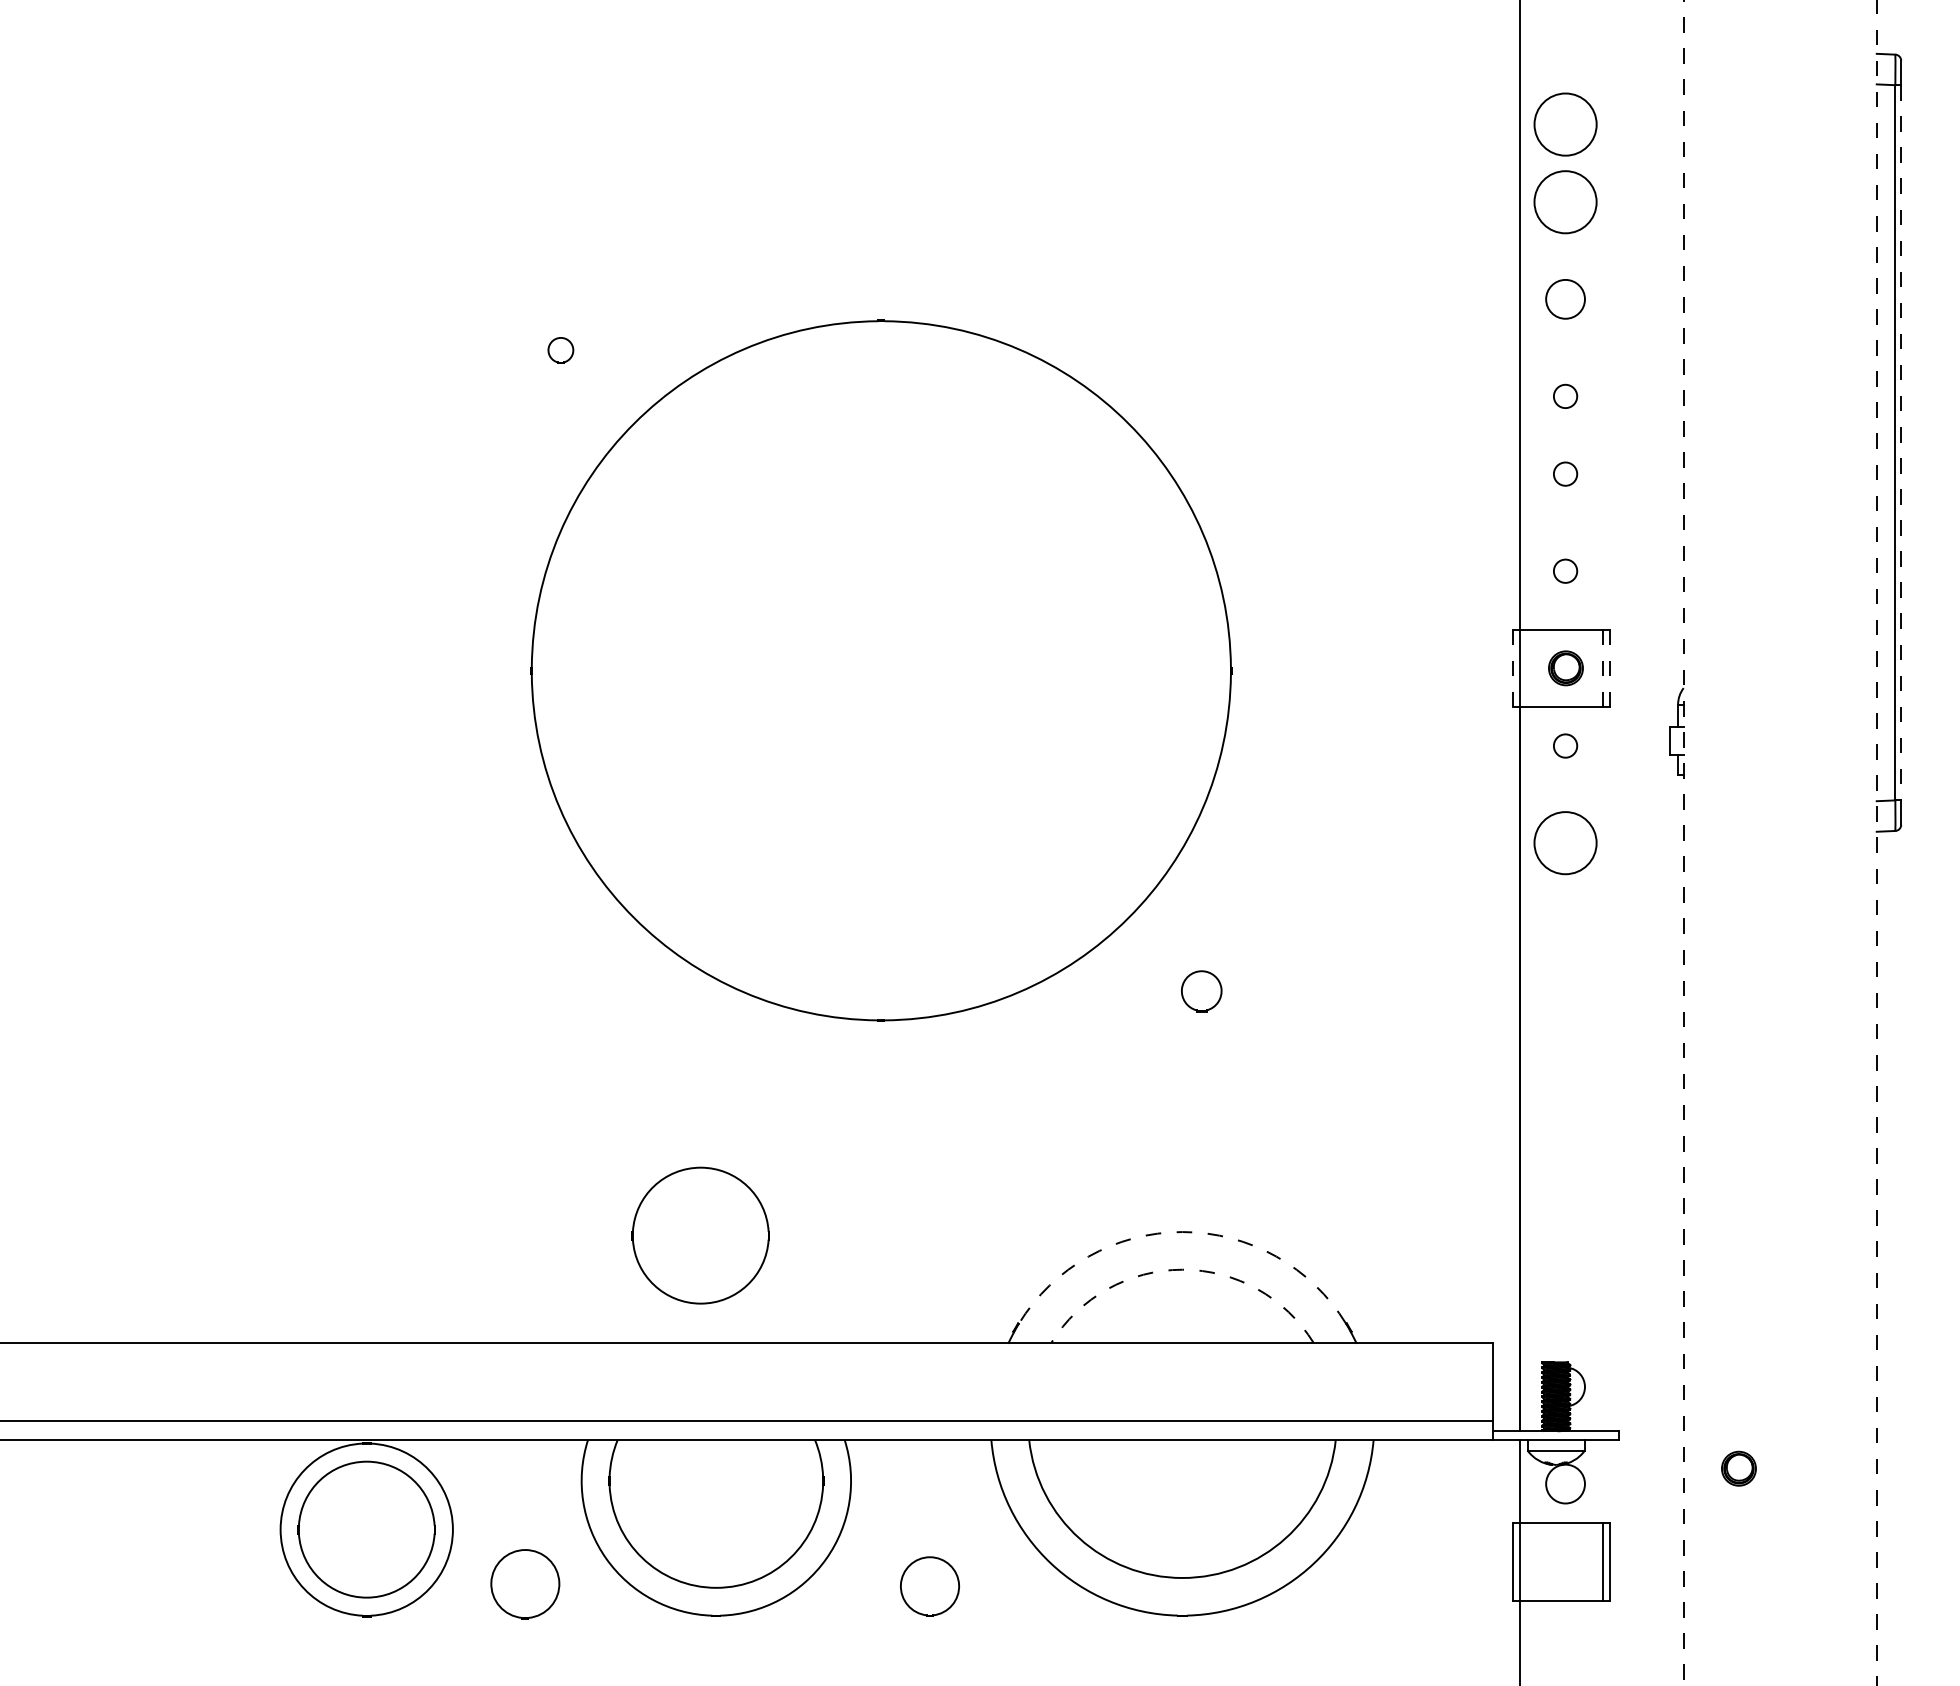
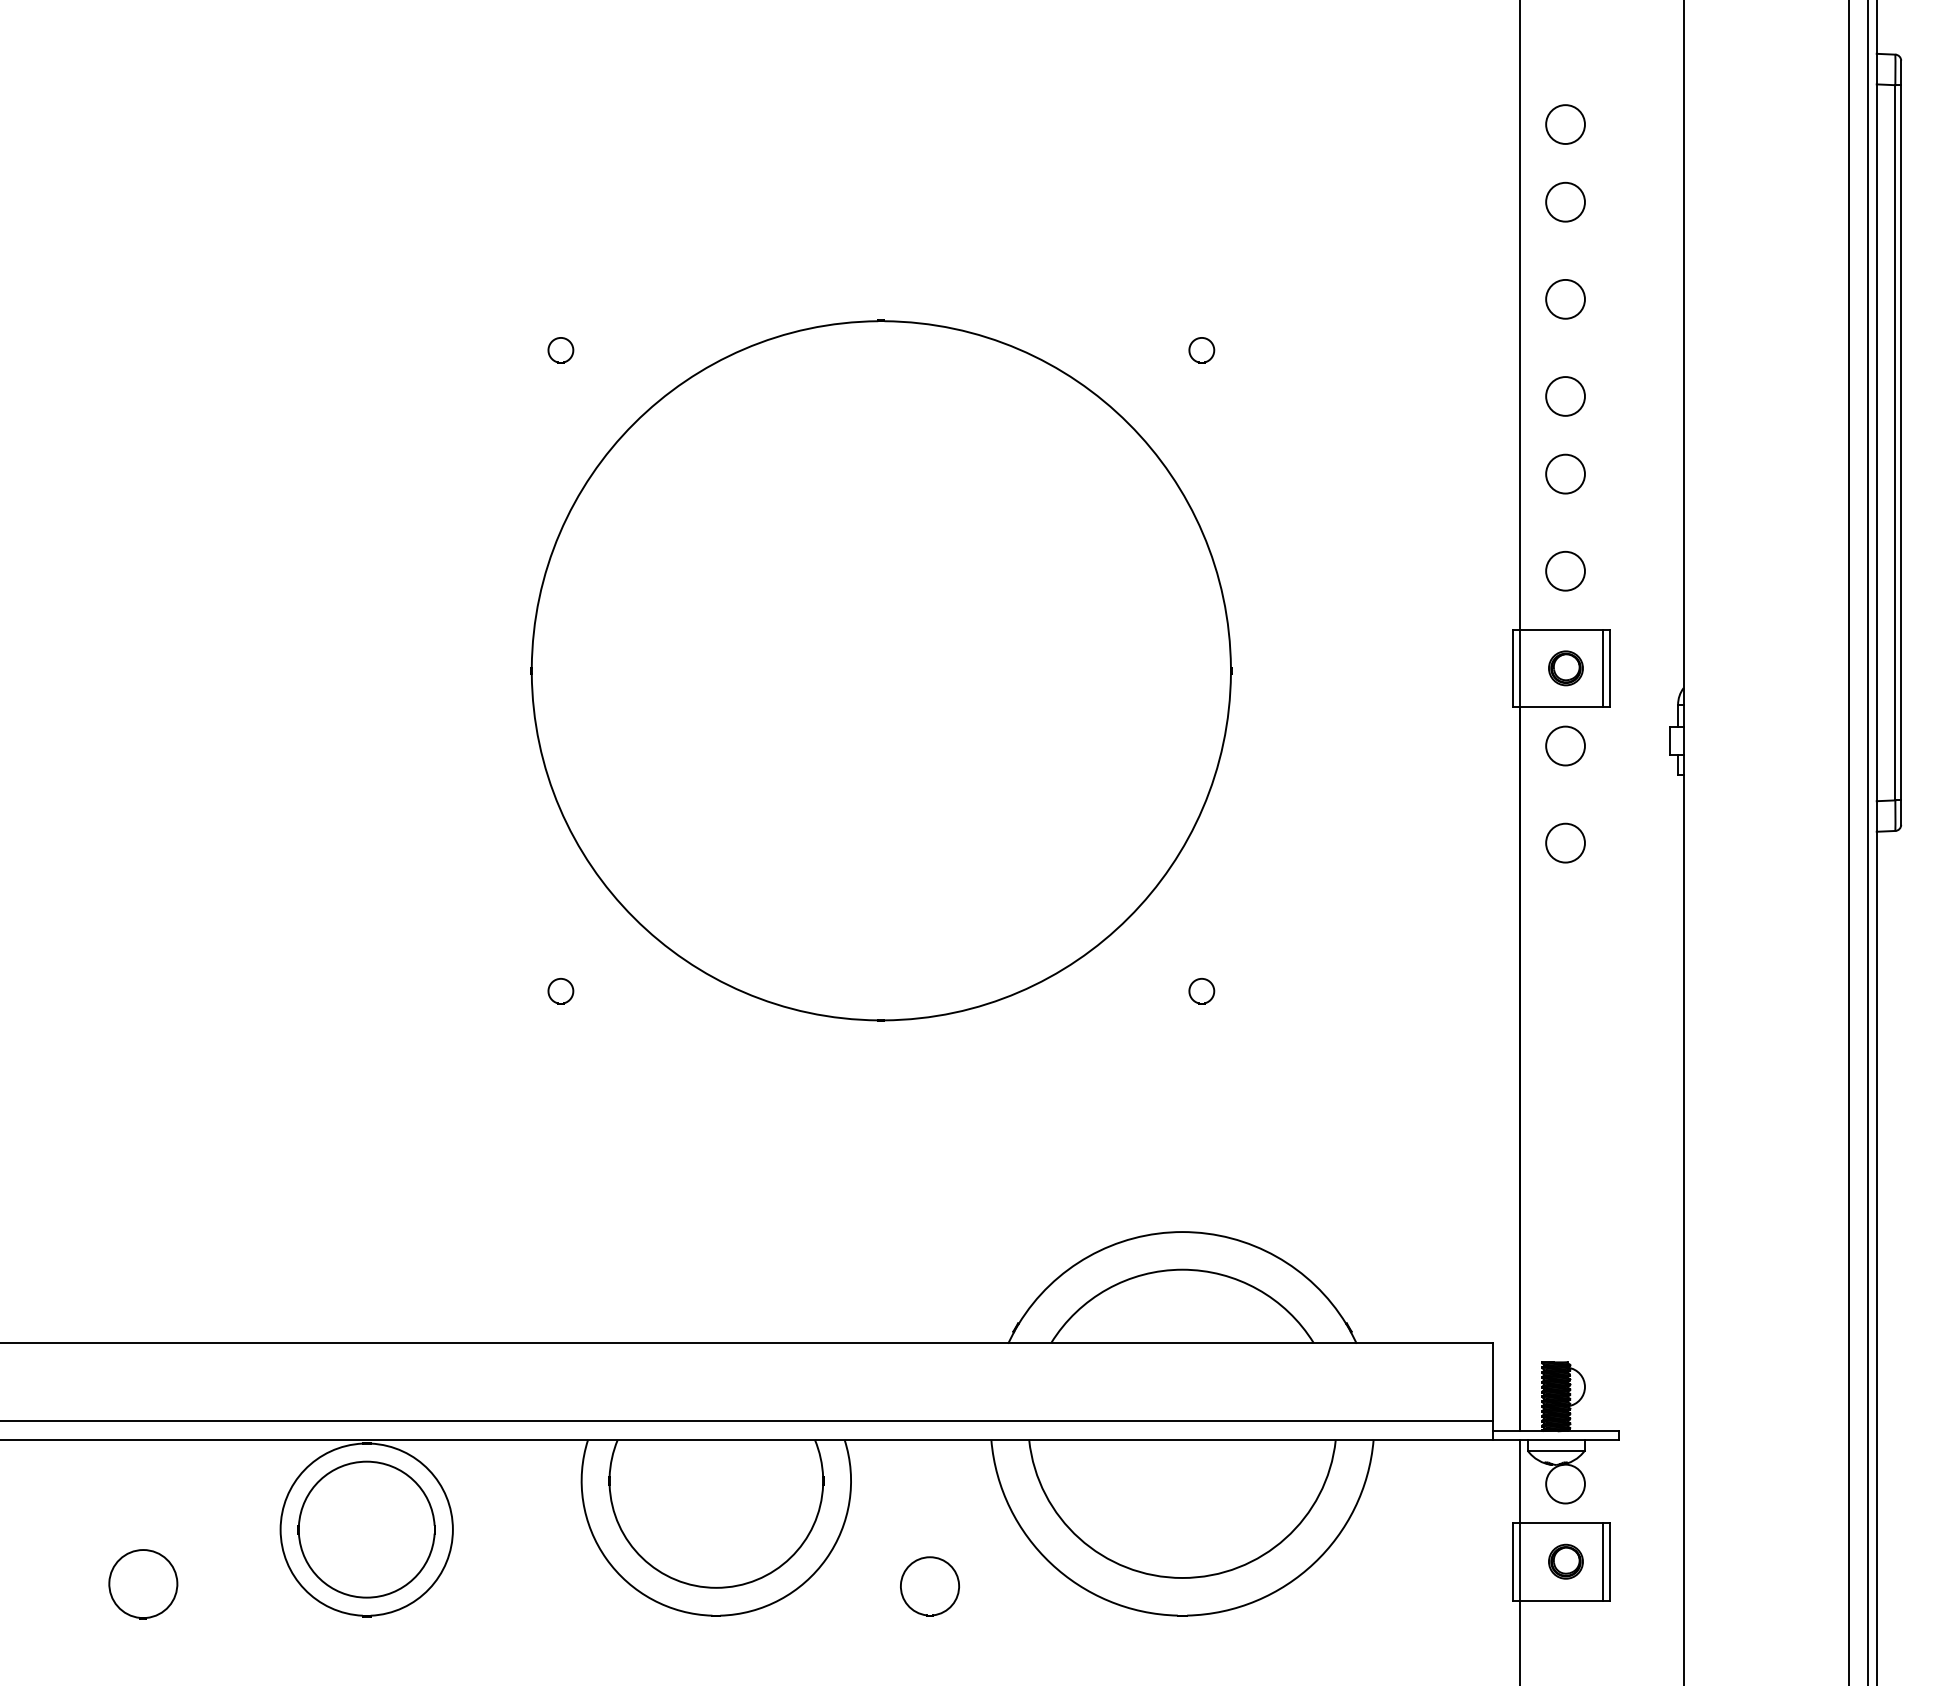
circle at (1565, 124) size: 65x65 px -> 41x41 px
circle at (1565, 202) diameter: 62 px -> 39 px
part at (1201, 350): none -> present
circle at (1565, 396) diameter: 23 px -> 39 px
line at (1901, 442): dashed -> solid
circle at (1565, 473) diameter: 23 px -> 39 px
circle at (1565, 570) diameter: 23 px -> 39 px
line at (1512, 668): dashed -> solid
line at (1602, 668): dashed -> solid
line at (1610, 668): dashed -> solid
circle at (1565, 745) diameter: 23 px -> 39 px
line at (1849, 842): none -> present
line at (1868, 842): none -> present
circle at (1565, 843) diameter: 62 px -> 39 px
line at (1683, 843): dashed -> solid
line at (1876, 843): dashed -> solid
part at (560, 991): none -> present
part at (1201, 991) size: 42x43 px -> 28x27 px
arc at (1182, 1232): dashed -> solid
part at (700, 1235): present -> none
arc at (1182, 1269): dashed -> solid
part at (1738, 1468) position: (1738, 1468) -> (1565, 1561)
part at (525, 1584) position: (525, 1584) -> (143, 1584)
